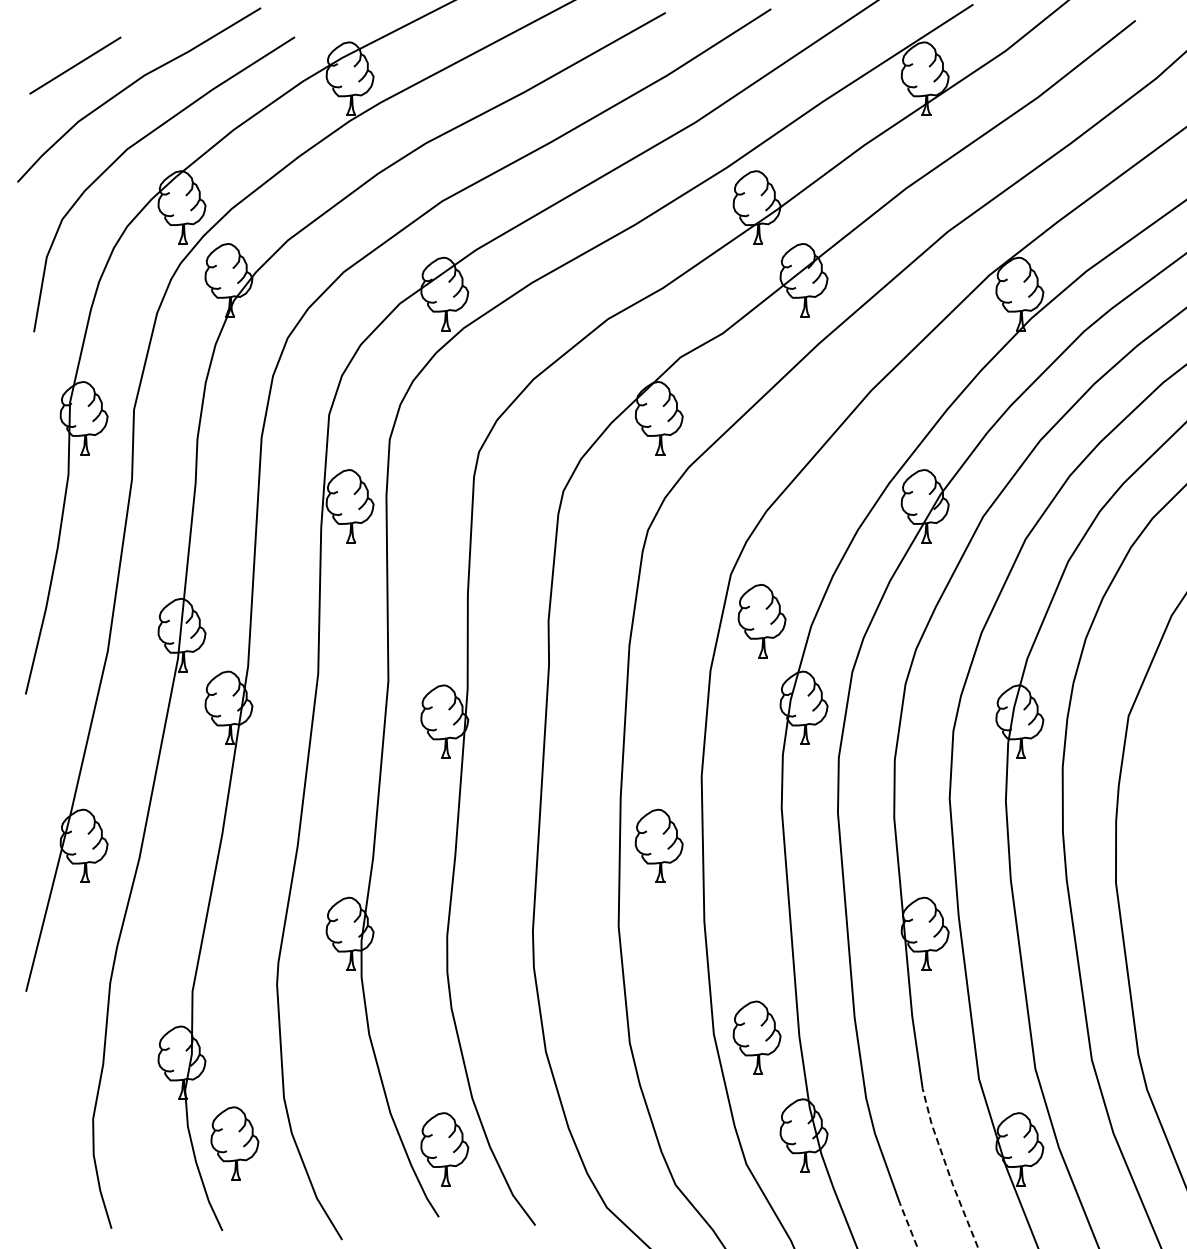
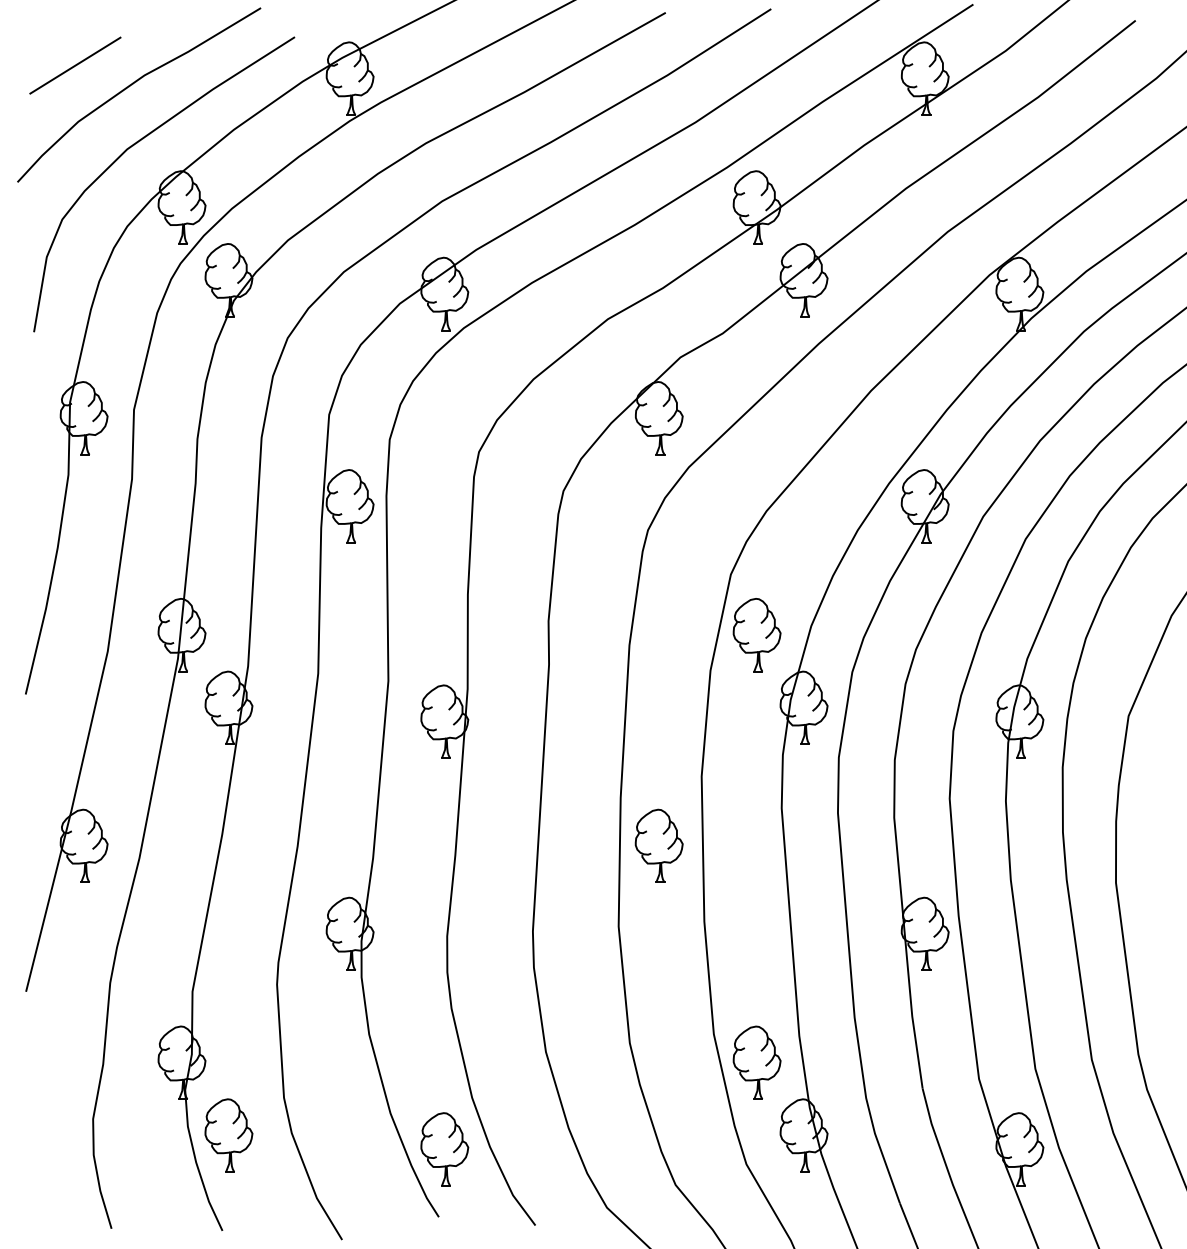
part at (761, 621) position: (761, 621) -> (756, 635)
part at (756, 1037) position: (756, 1037) -> (756, 1062)
part at (234, 1143) position: (234, 1143) -> (228, 1135)
line at (947, 1168): dashed -> solid
line at (908, 1225): dashed -> solid
